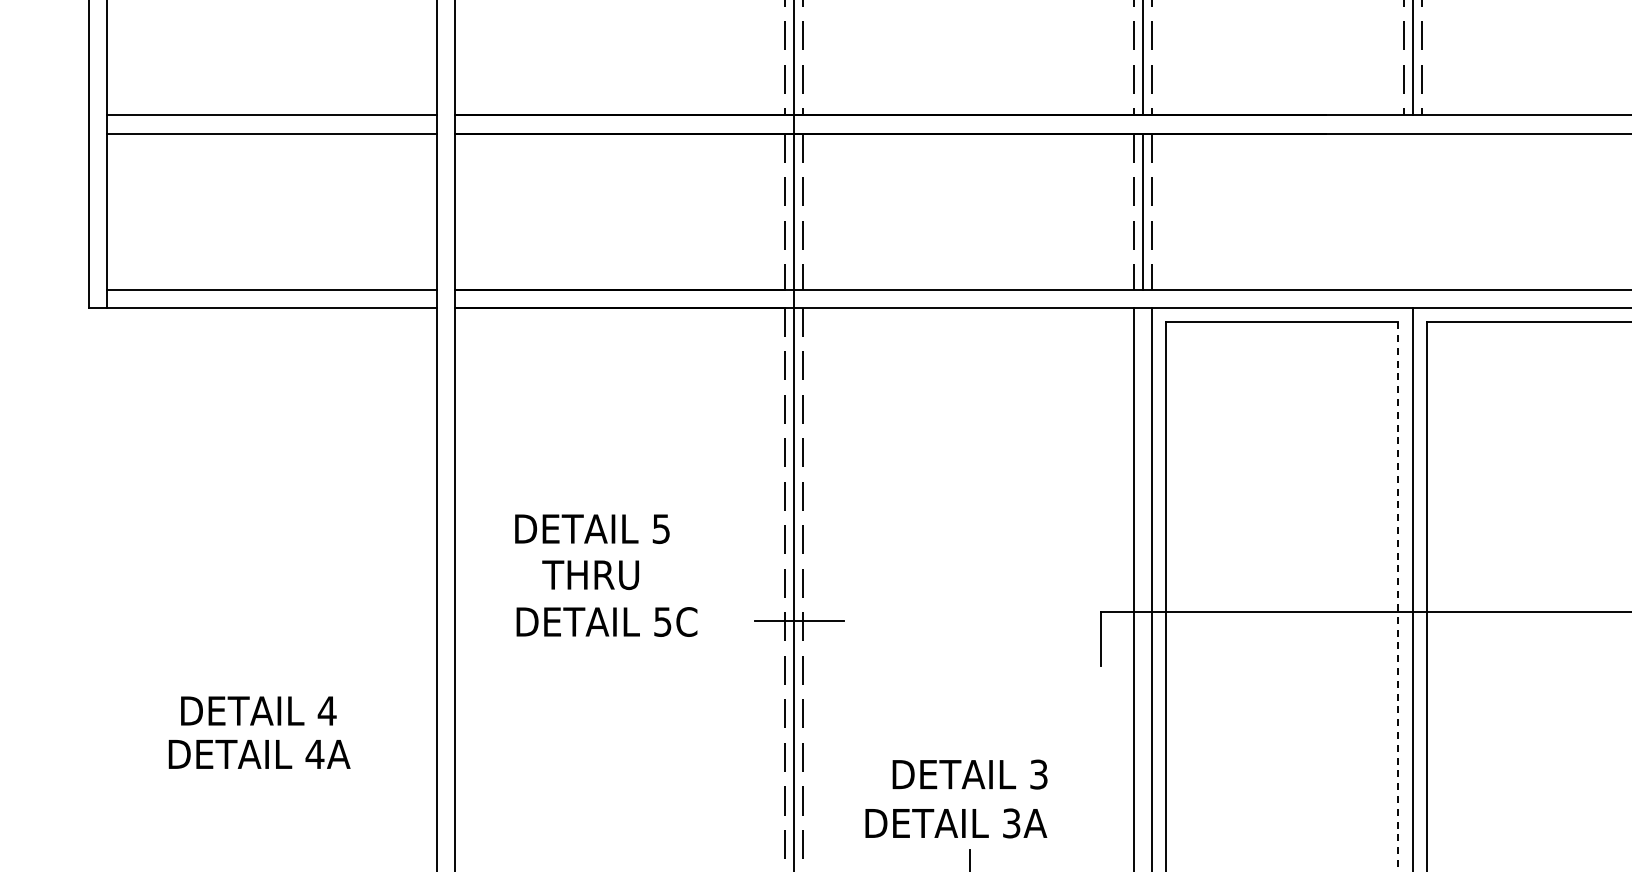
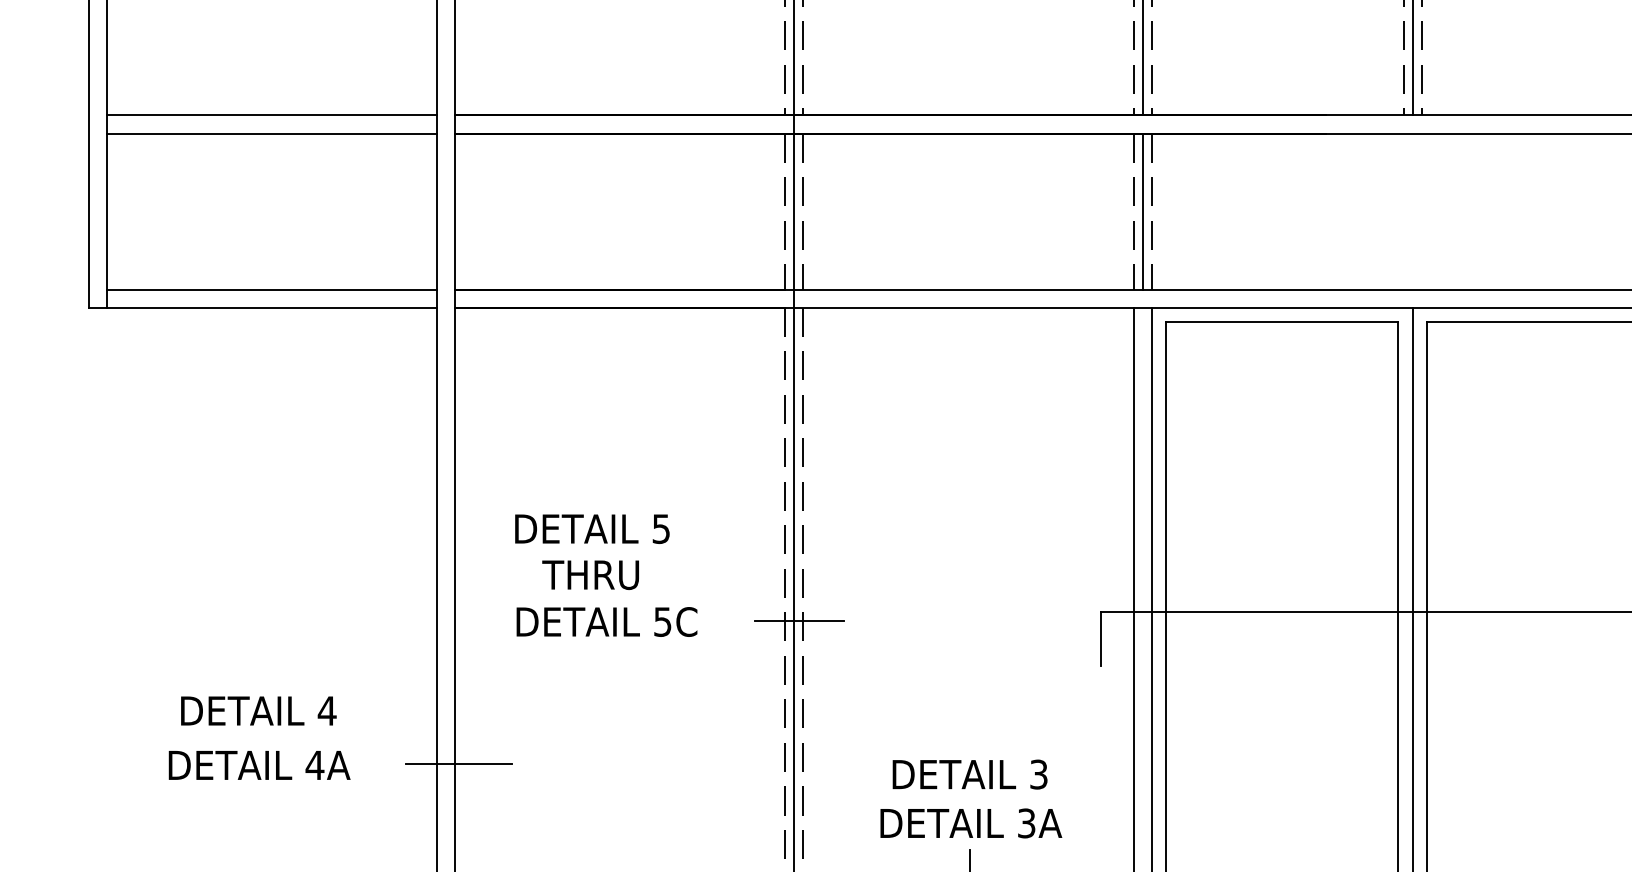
line at (1398, 597): dashed -> solid
text at (259, 754) position: (259, 754) -> (259, 765)
line at (459, 764): none -> present
text at (956, 823) position: (956, 823) -> (971, 823)
